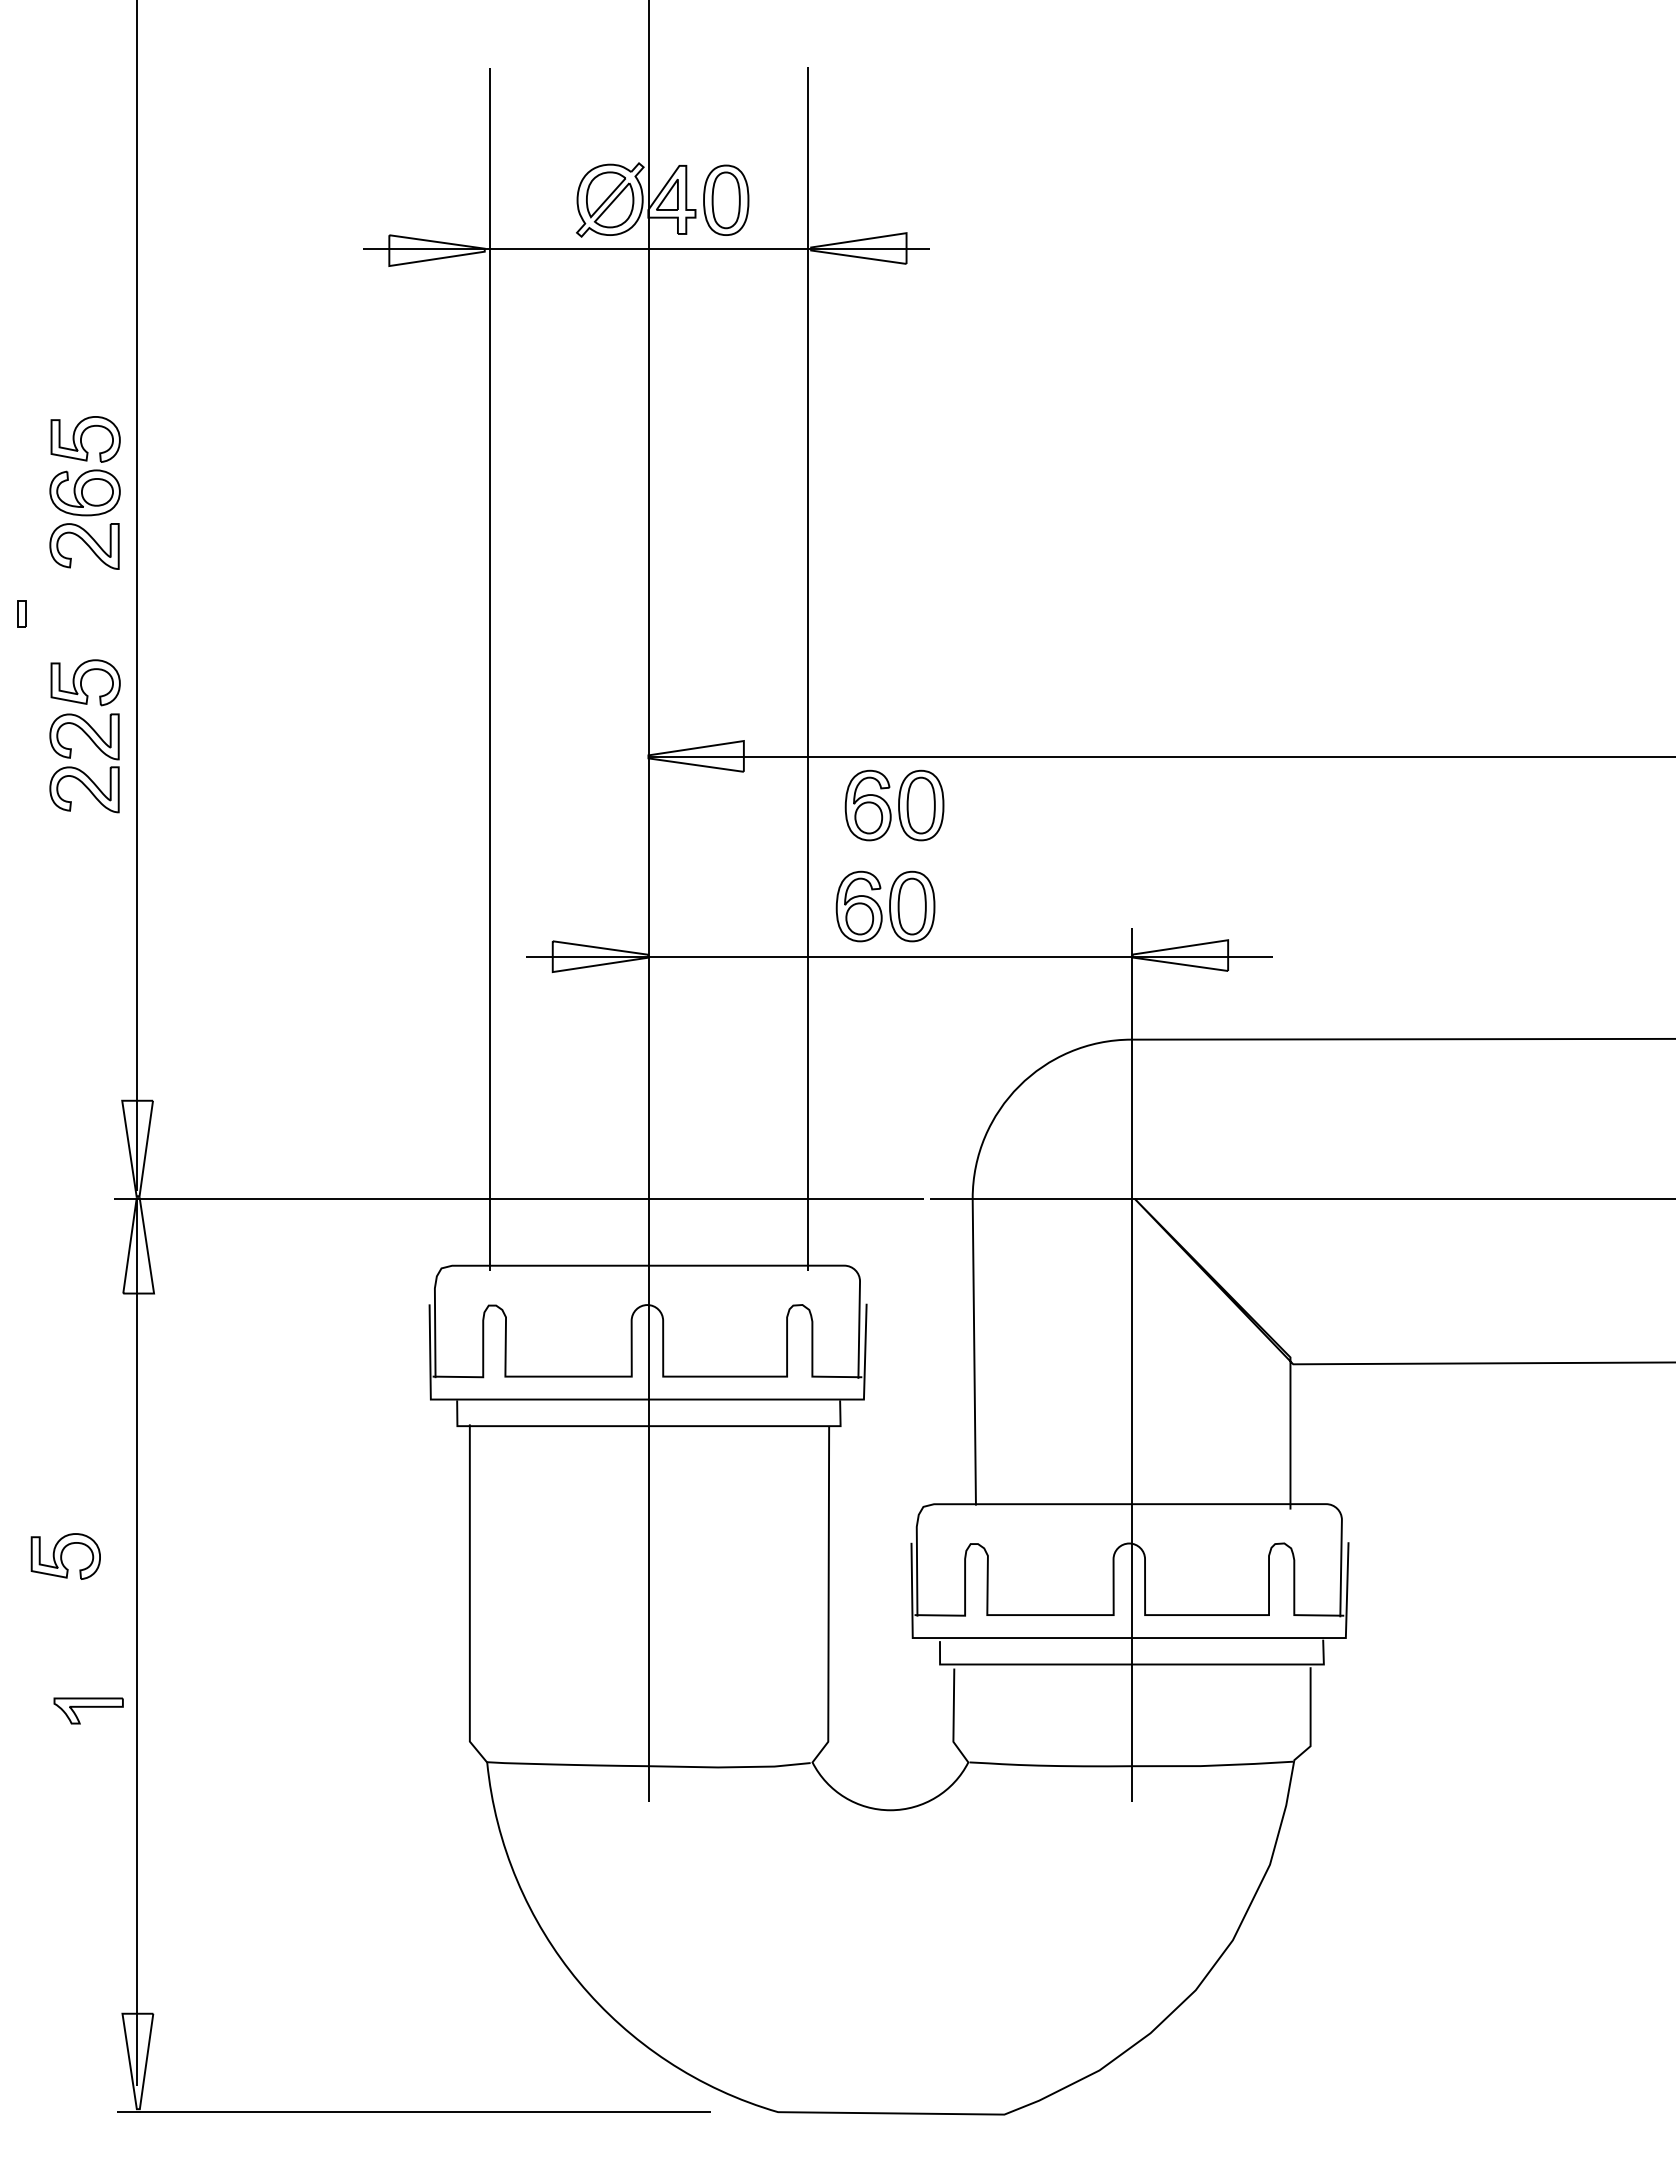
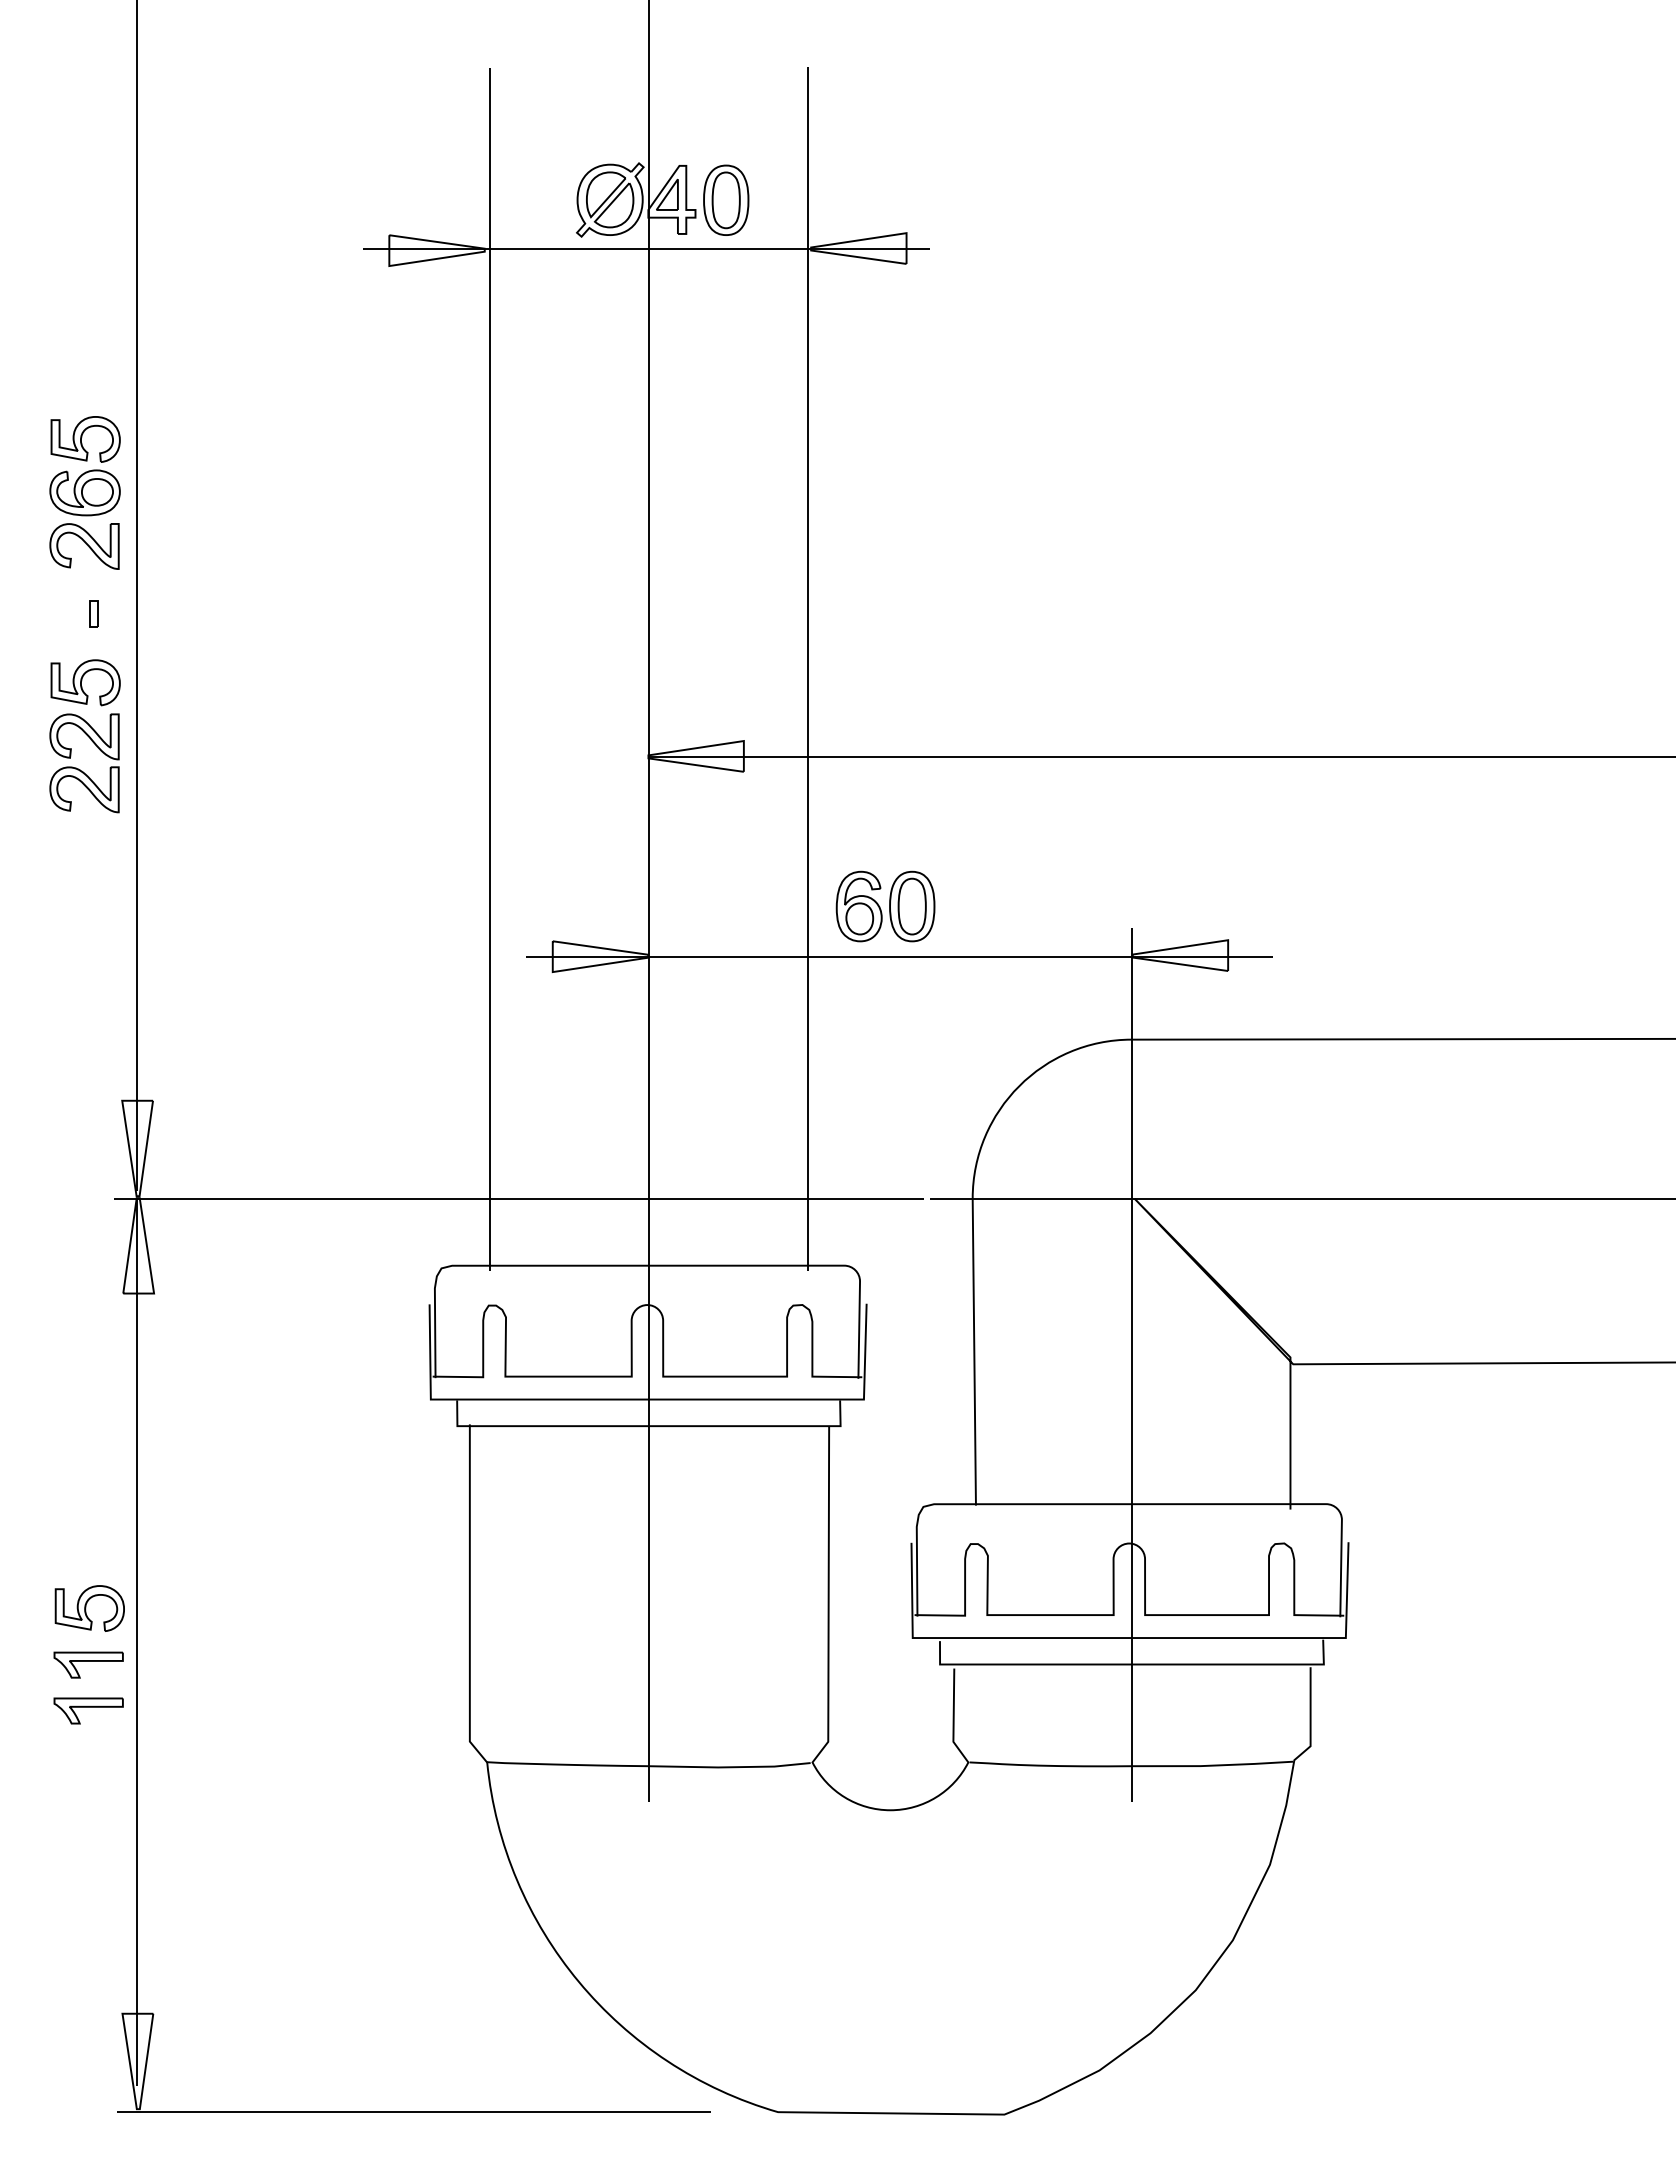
part at (21, 613) position: (21, 613) -> (93, 613)
part at (894, 805): present -> none
part at (65, 1556) position: (65, 1556) -> (89, 1608)
part at (88, 1664): none -> present
